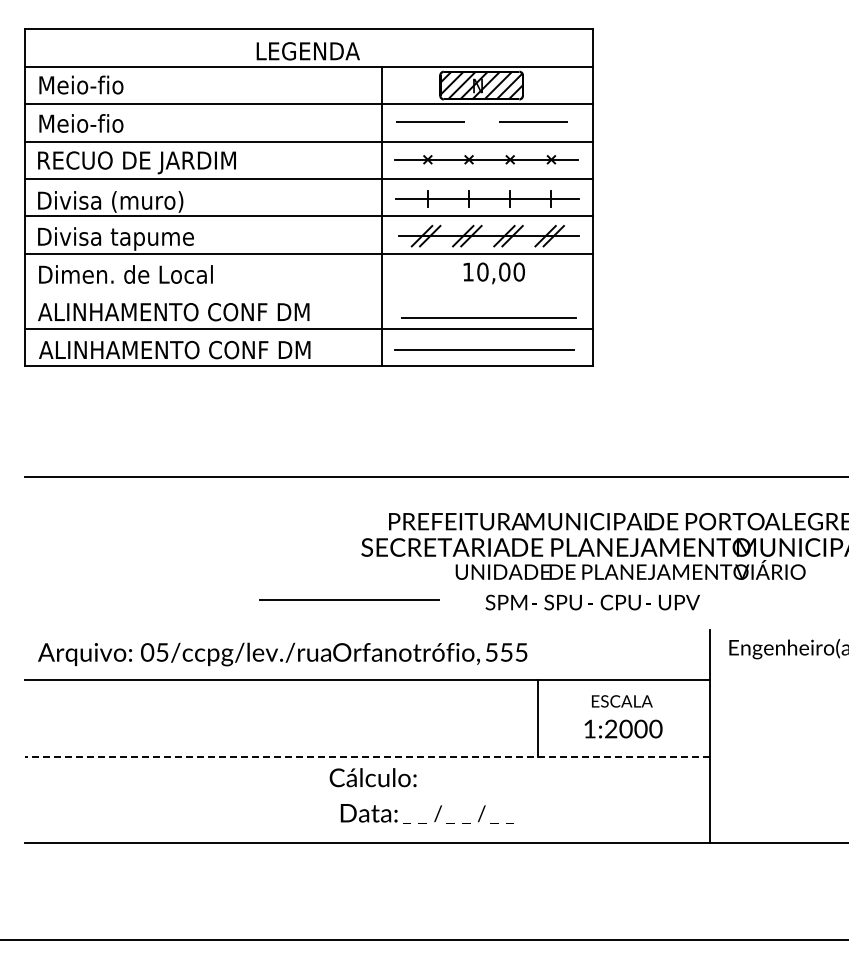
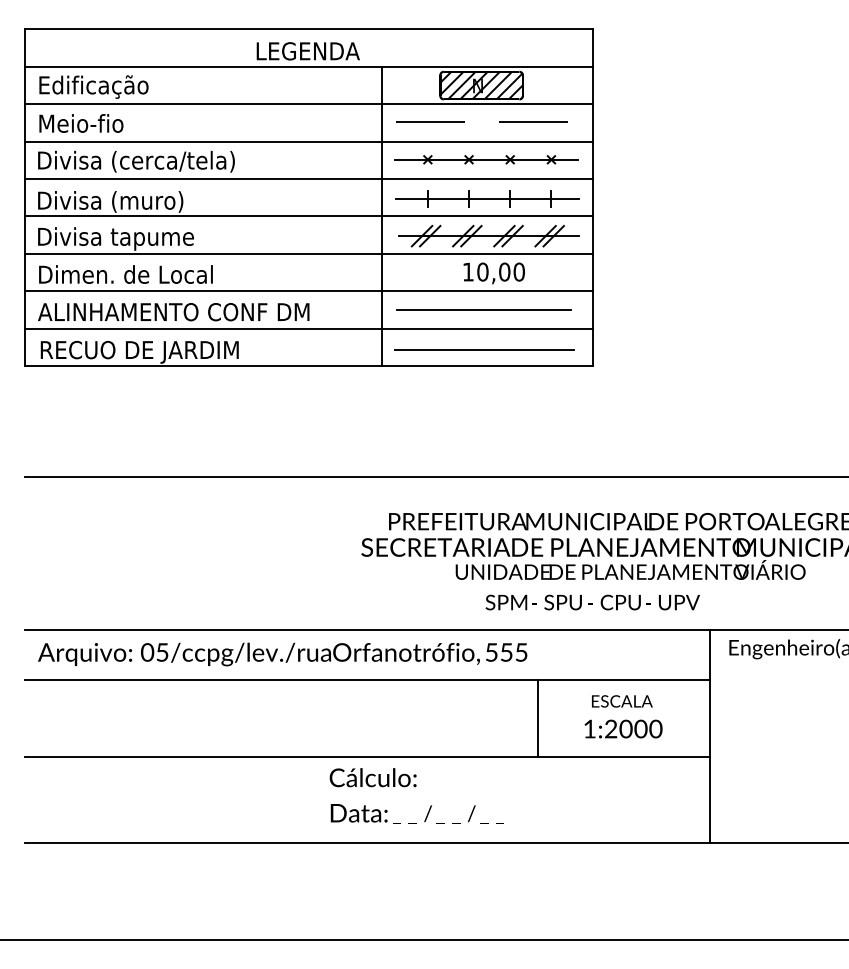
text at (94, 86): Meio-fio -> Edificação
text at (137, 162): RECUO DE JARDIM -> Divisa (cerca/tela)
line at (309, 291): none -> present
line at (488, 317) position: (488, 317) -> (483, 309)
text at (174, 351): ALINHAMENTO CONF DM -> RECUO DE JARDIM
line at (349, 599): present -> none
line at (435, 629): none -> present
line at (367, 756): dashed -> solid
text at (426, 813) position: (426, 813) -> (416, 813)
